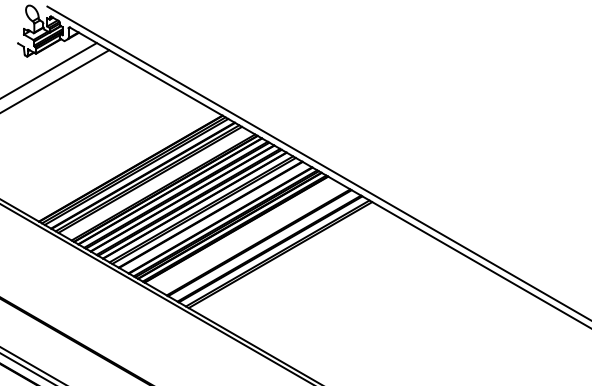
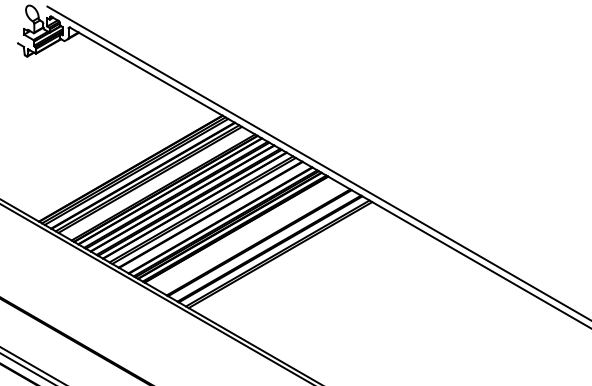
line at (49, 70): present -> none
line at (55, 81): present -> none
